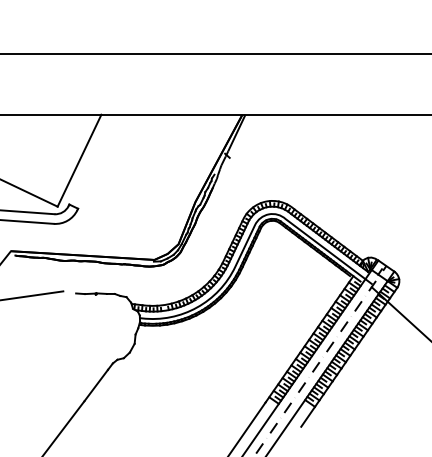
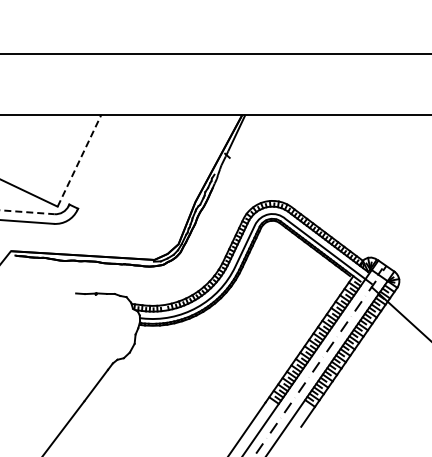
line at (79, 160): solid -> dashed
line at (27, 212): solid -> dashed
line at (32, 295): present -> none
